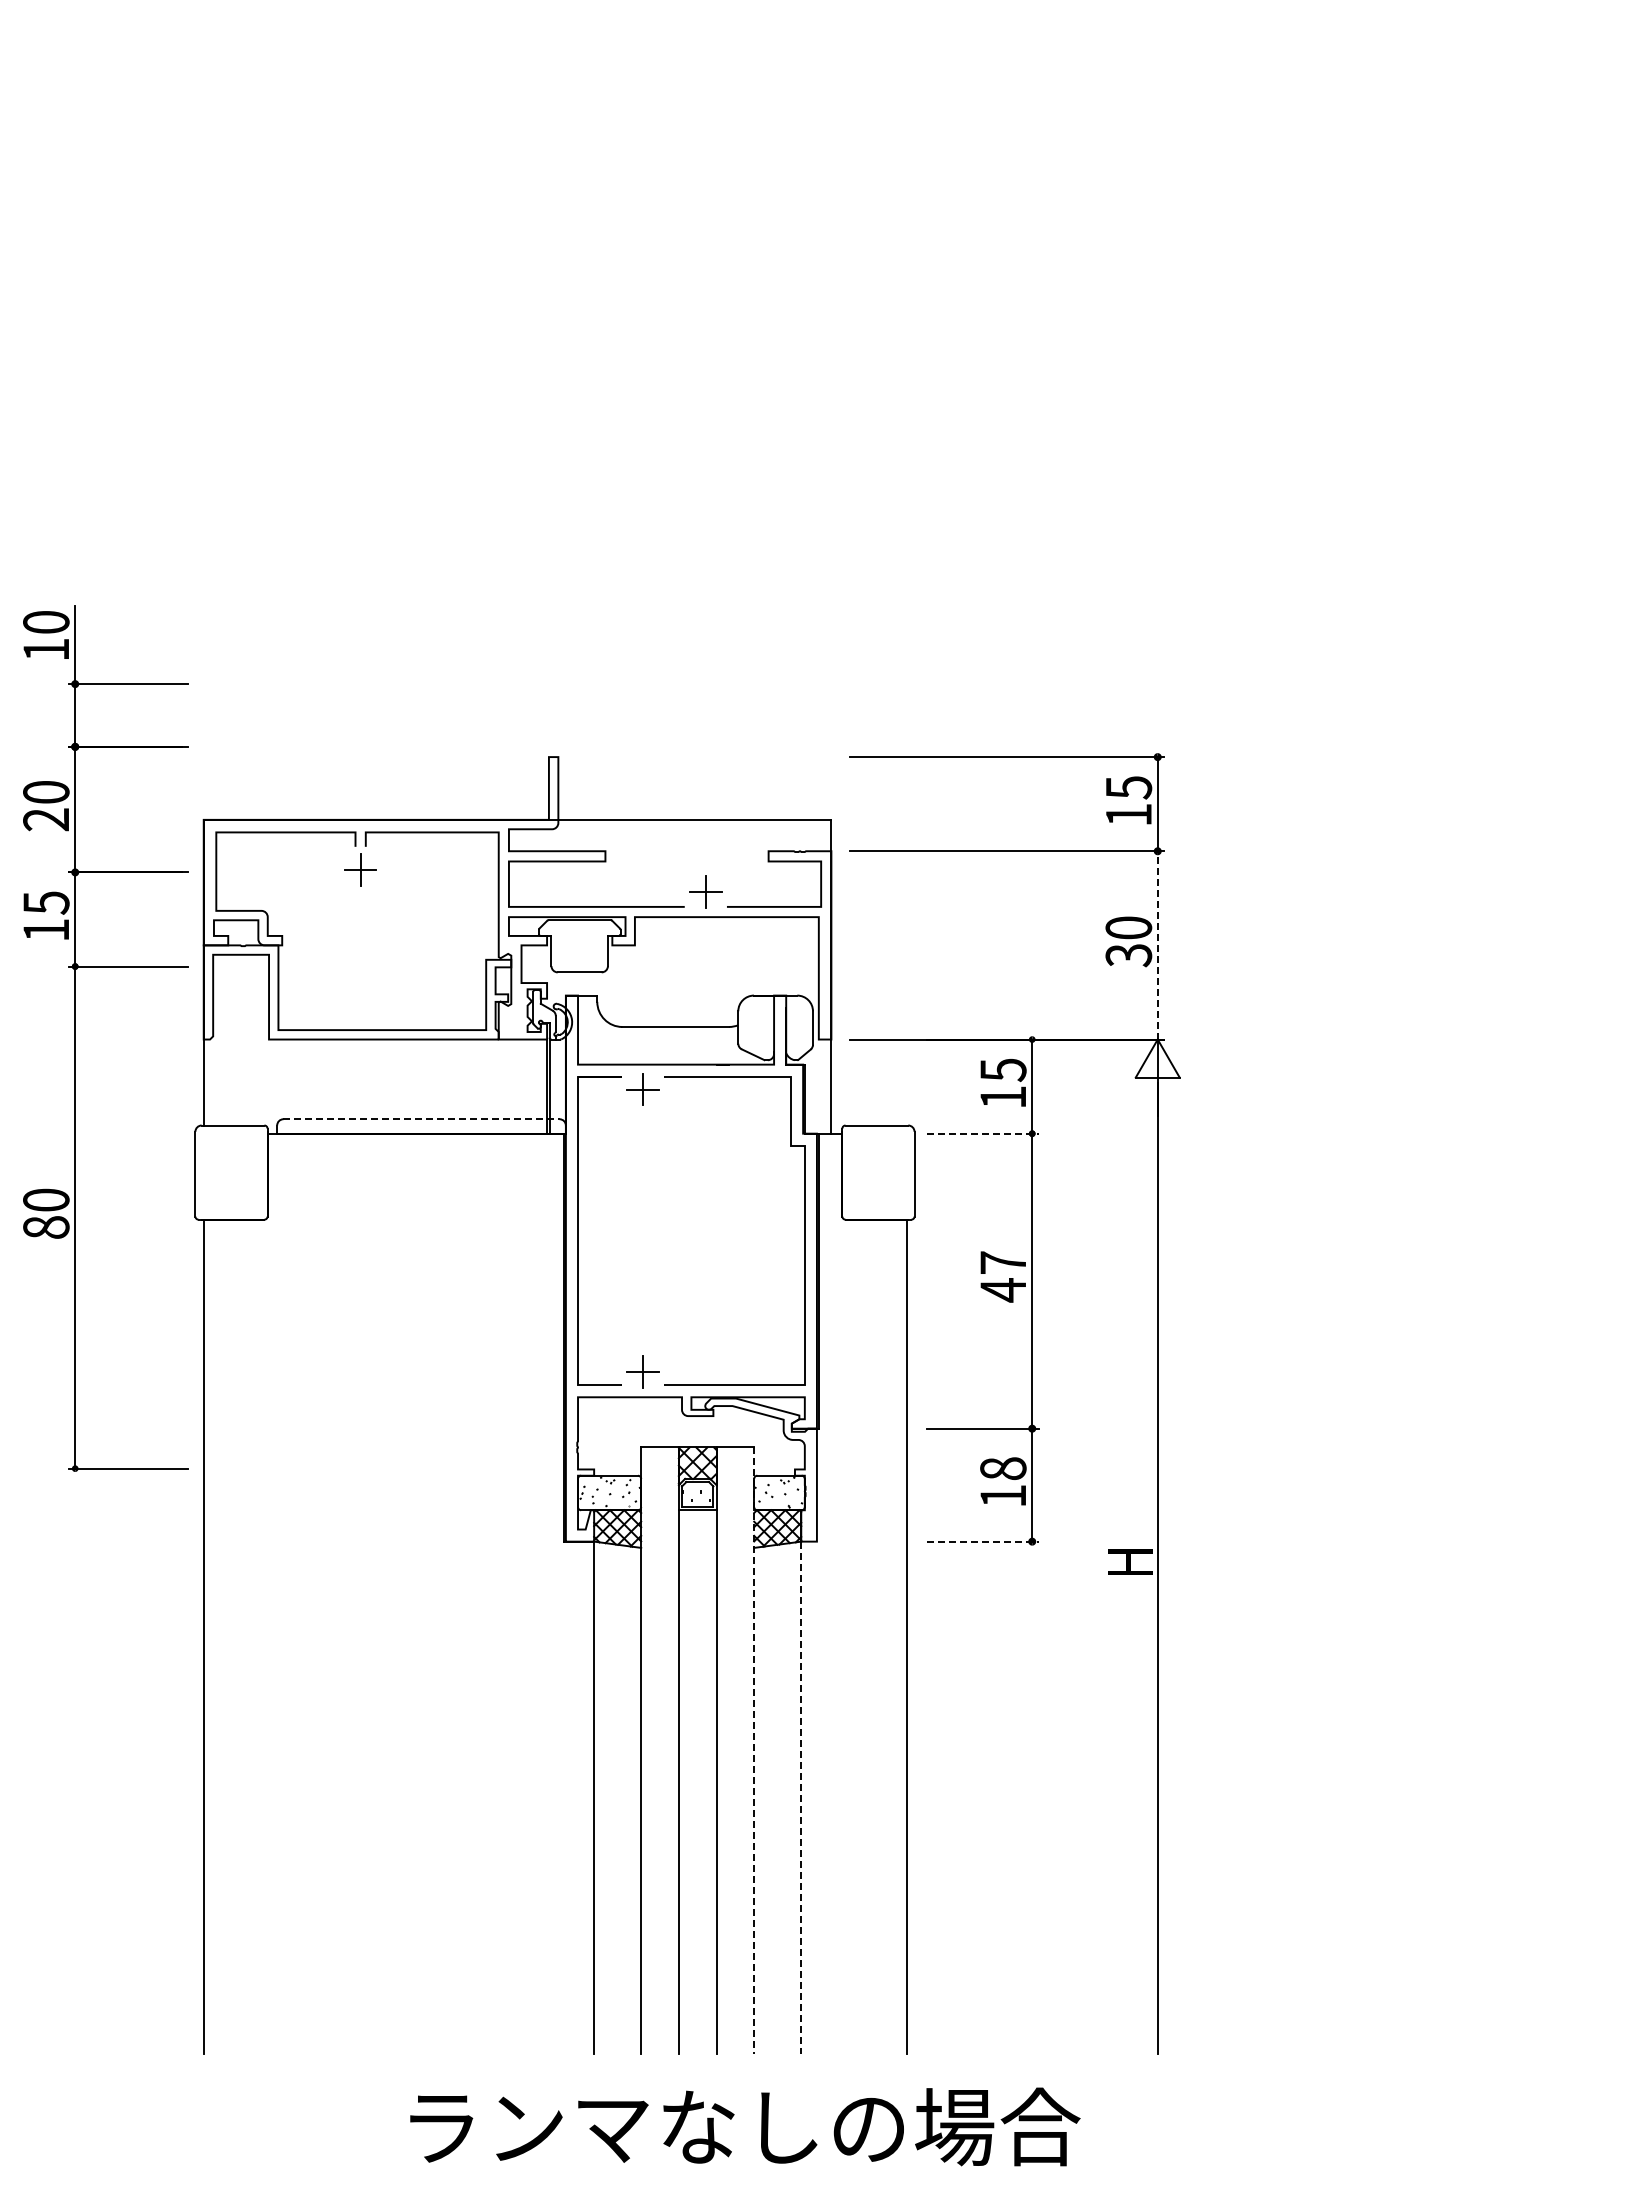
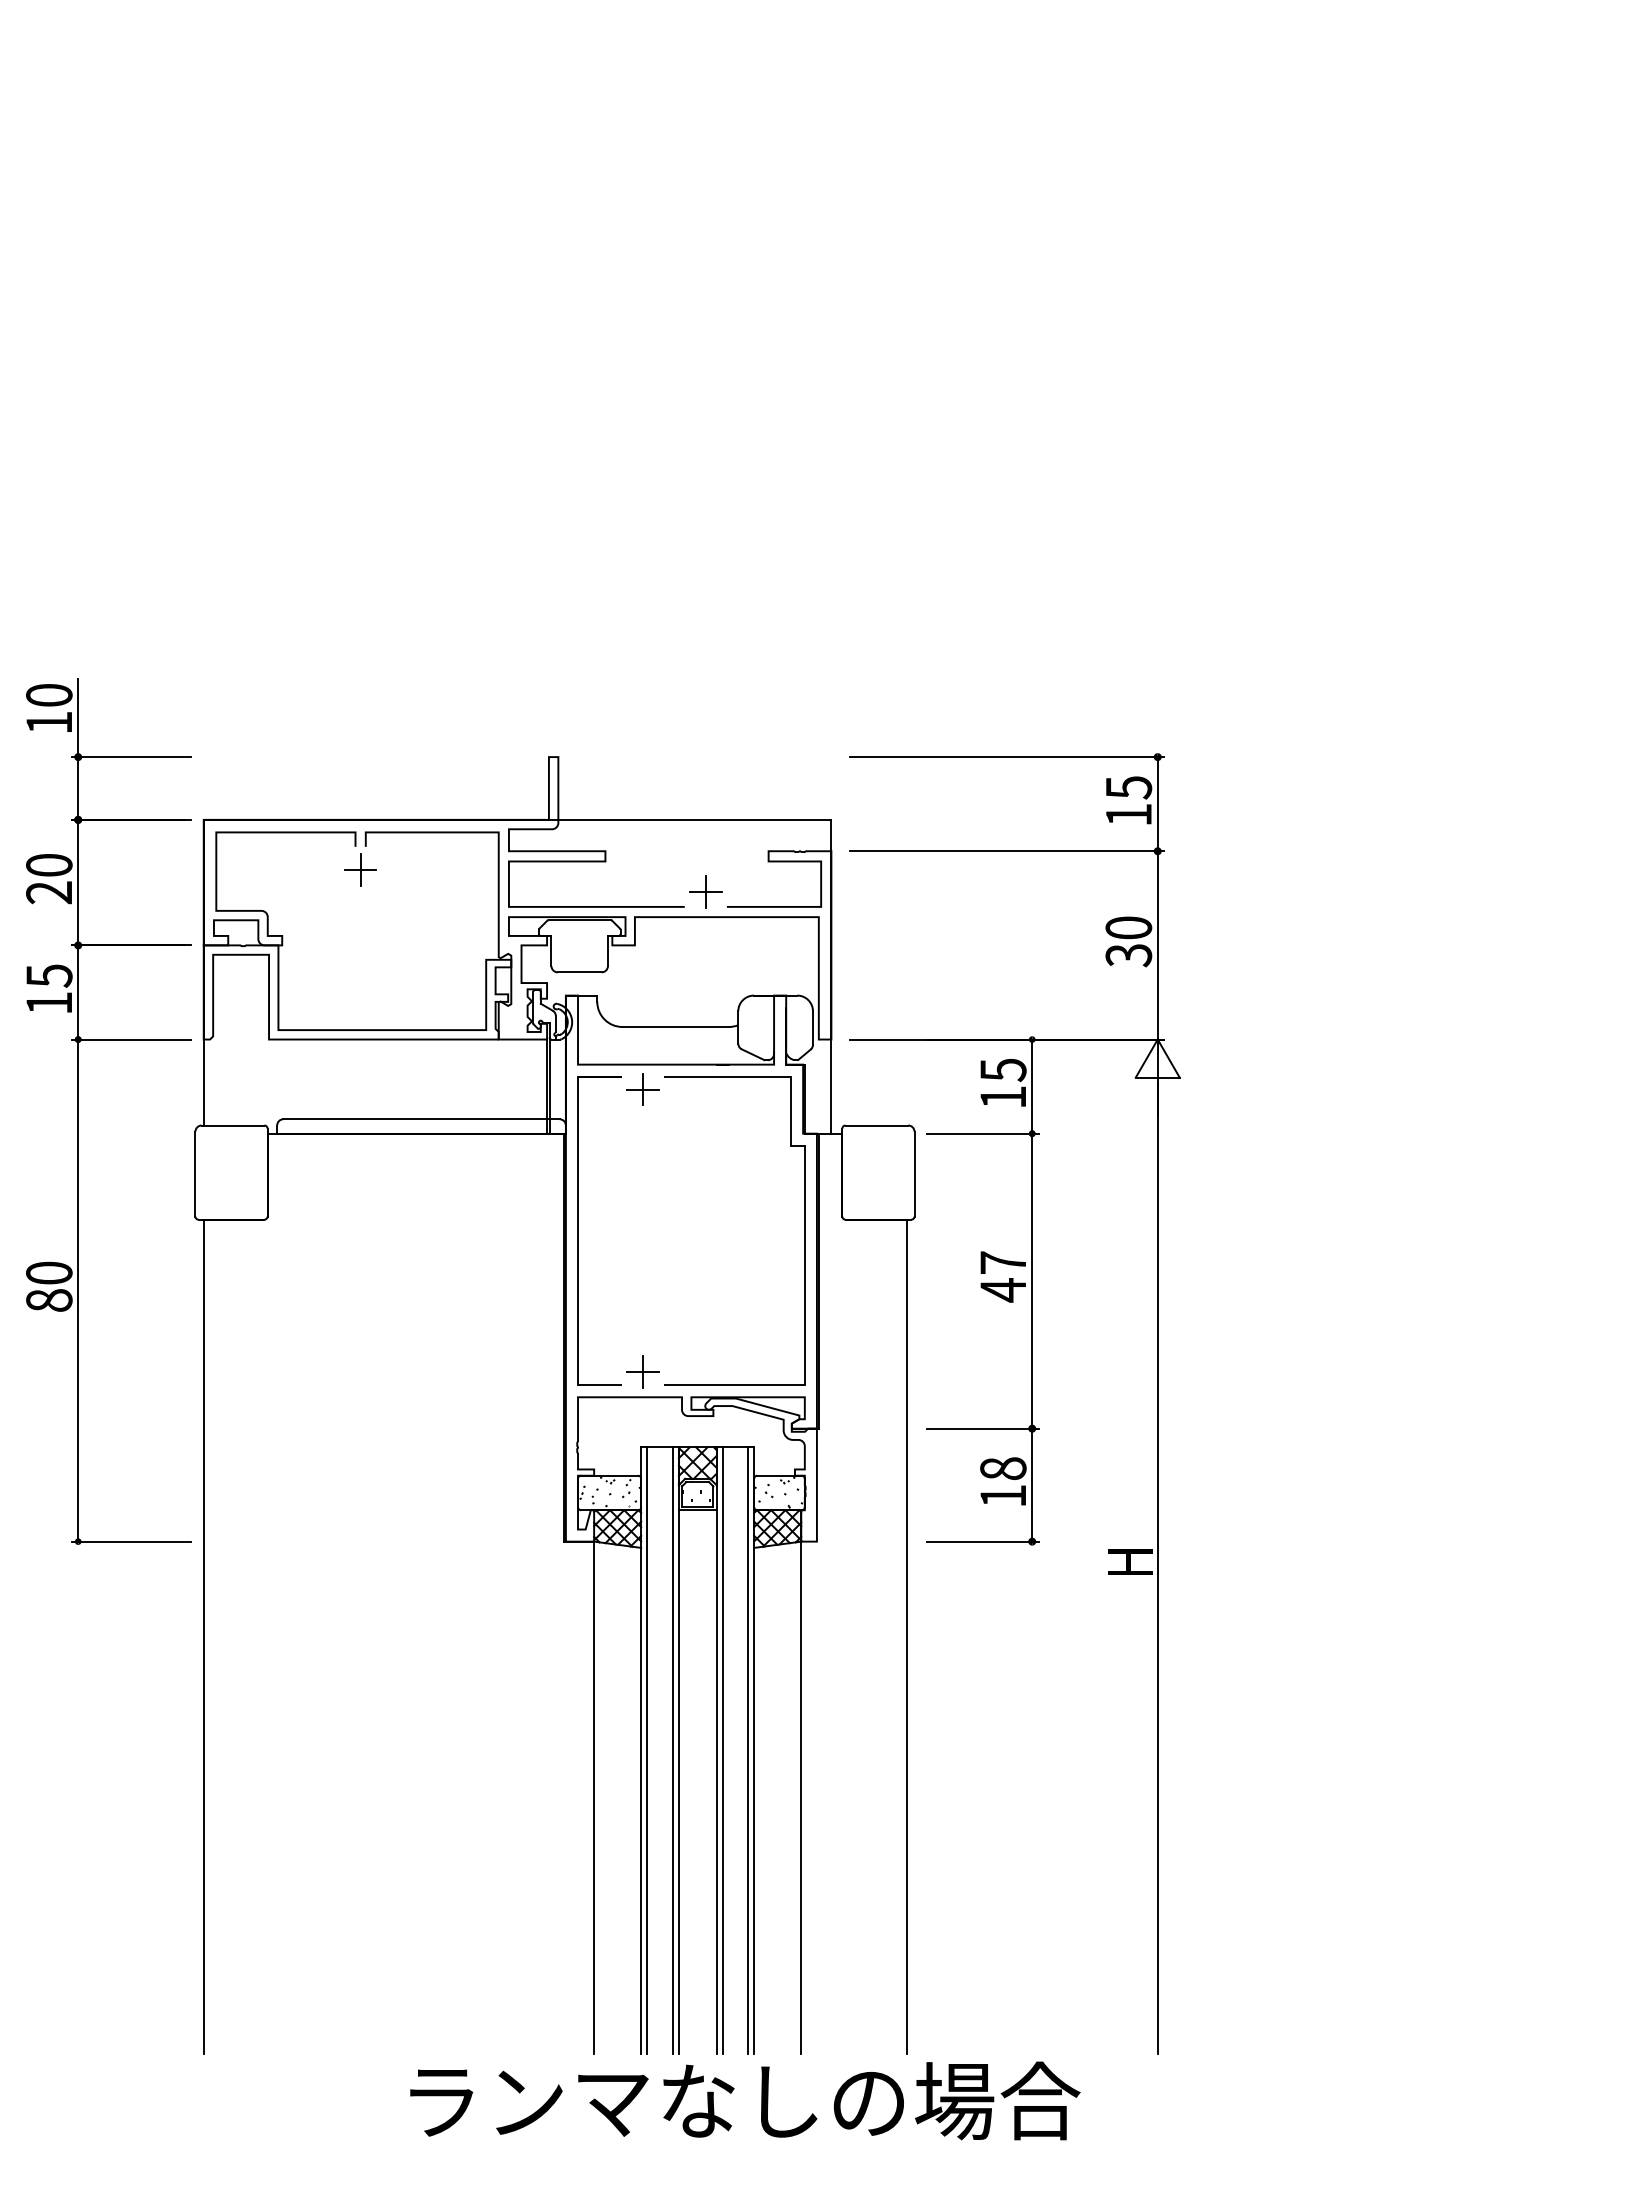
line at (1157, 944): dashed -> solid
part at (75, 1038) position: (75, 1038) -> (78, 1111)
line at (422, 1119): dashed -> solid
line at (982, 1133): dashed -> solid
line at (982, 1541): dashed -> solid
line at (647, 1750): none -> present
line at (672, 1750): none -> present
line at (722, 1750): none -> present
line at (747, 1750): none -> present
line at (754, 1751): dashed -> solid
line at (801, 1798): dashed -> solid
text at (745, 2126) position: (745, 2126) -> (745, 2100)
